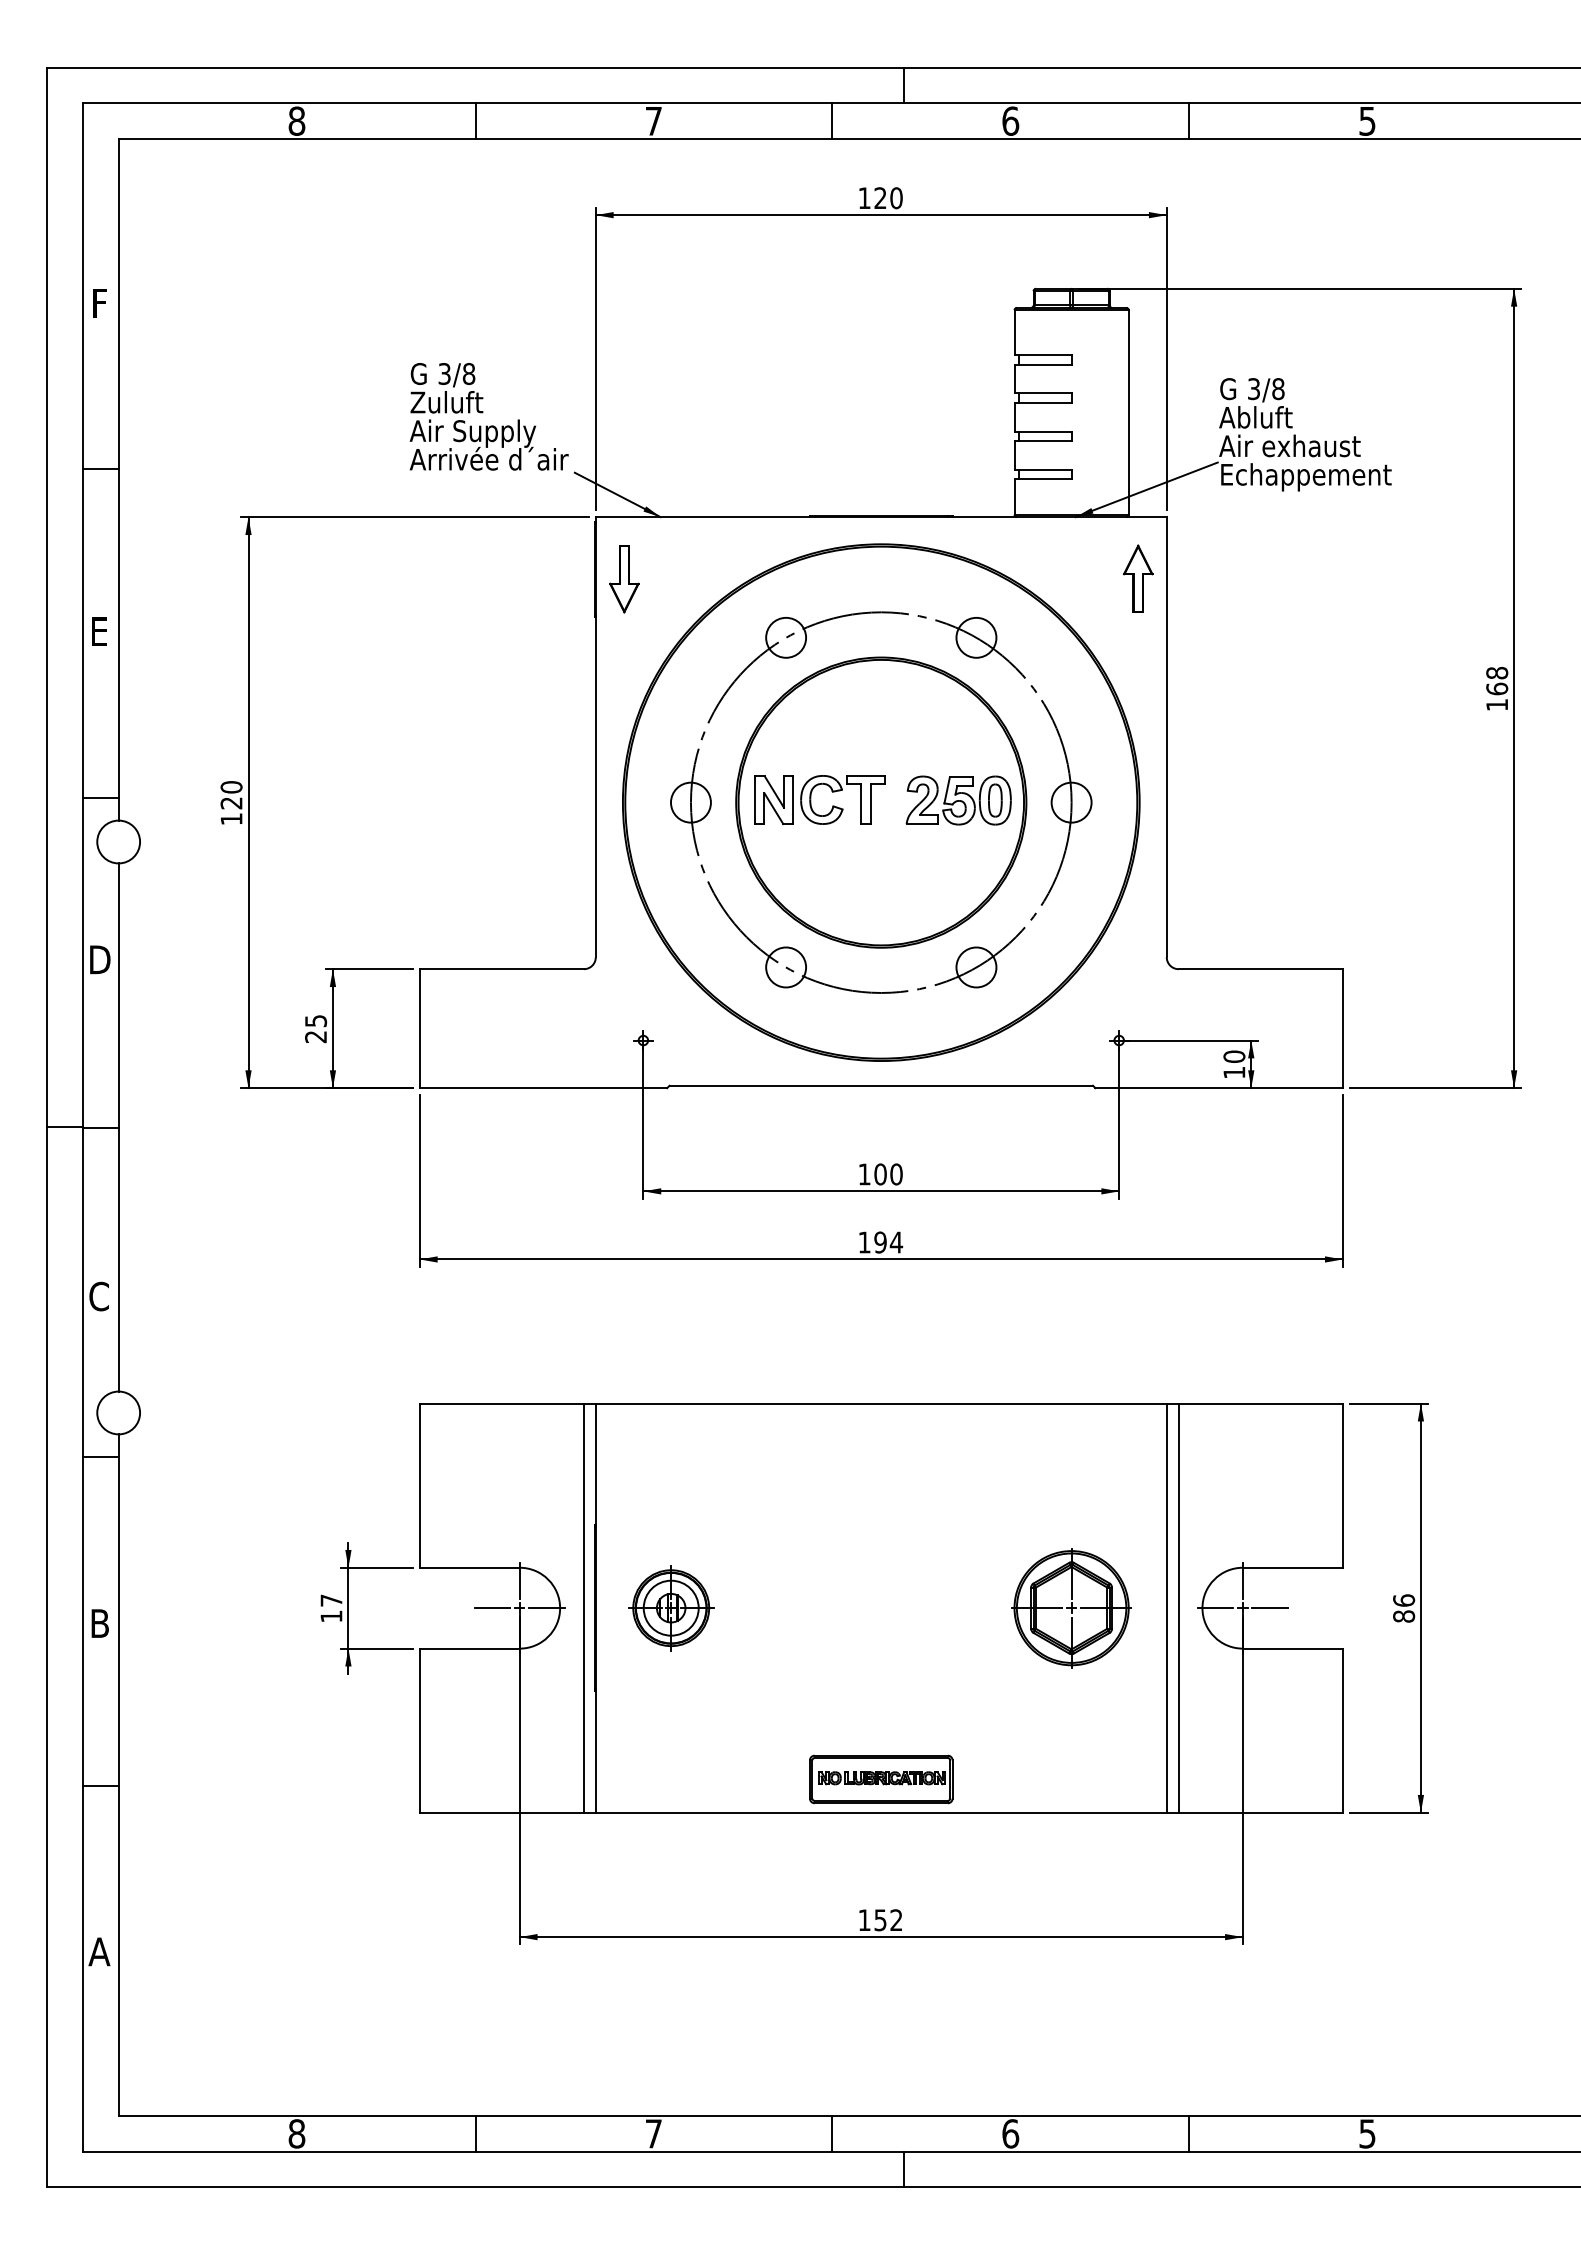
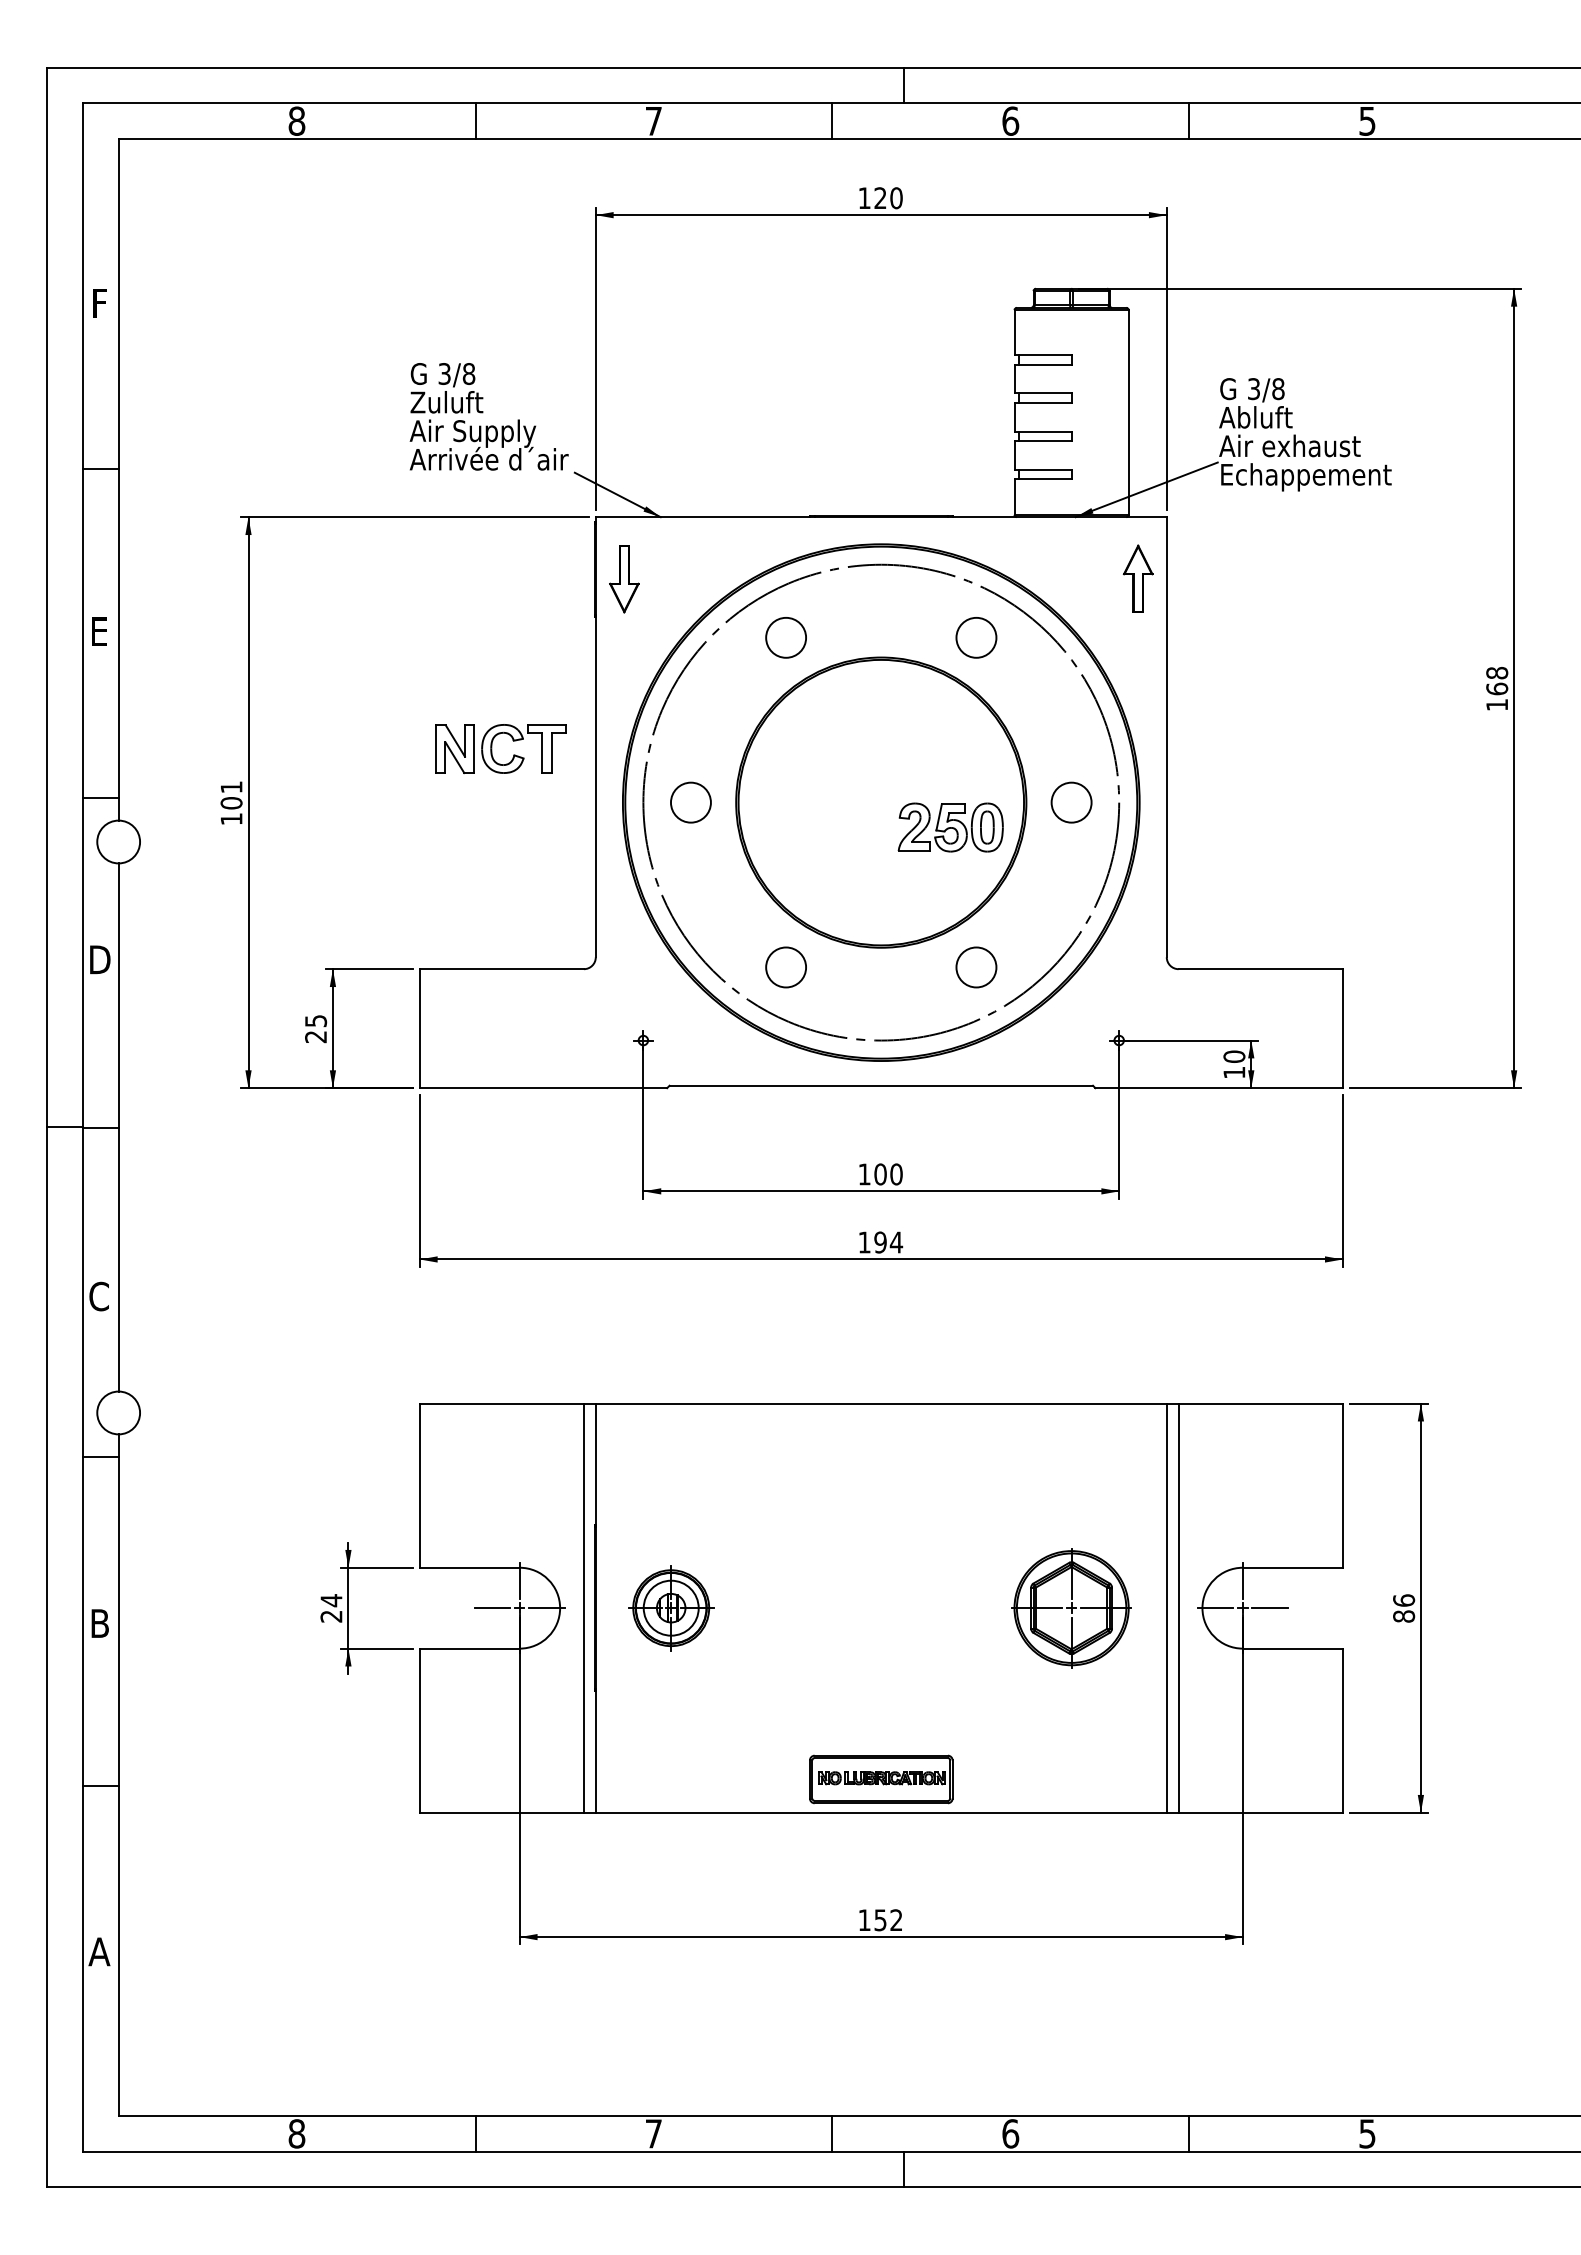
text at (231, 795): 120 -> 101
part at (811, 800) position: (811, 800) -> (492, 749)
part at (958, 800) position: (958, 800) -> (950, 827)
circle at (880, 802) diameter: 381 px -> 476 px
text at (331, 1608): 17 -> 24
